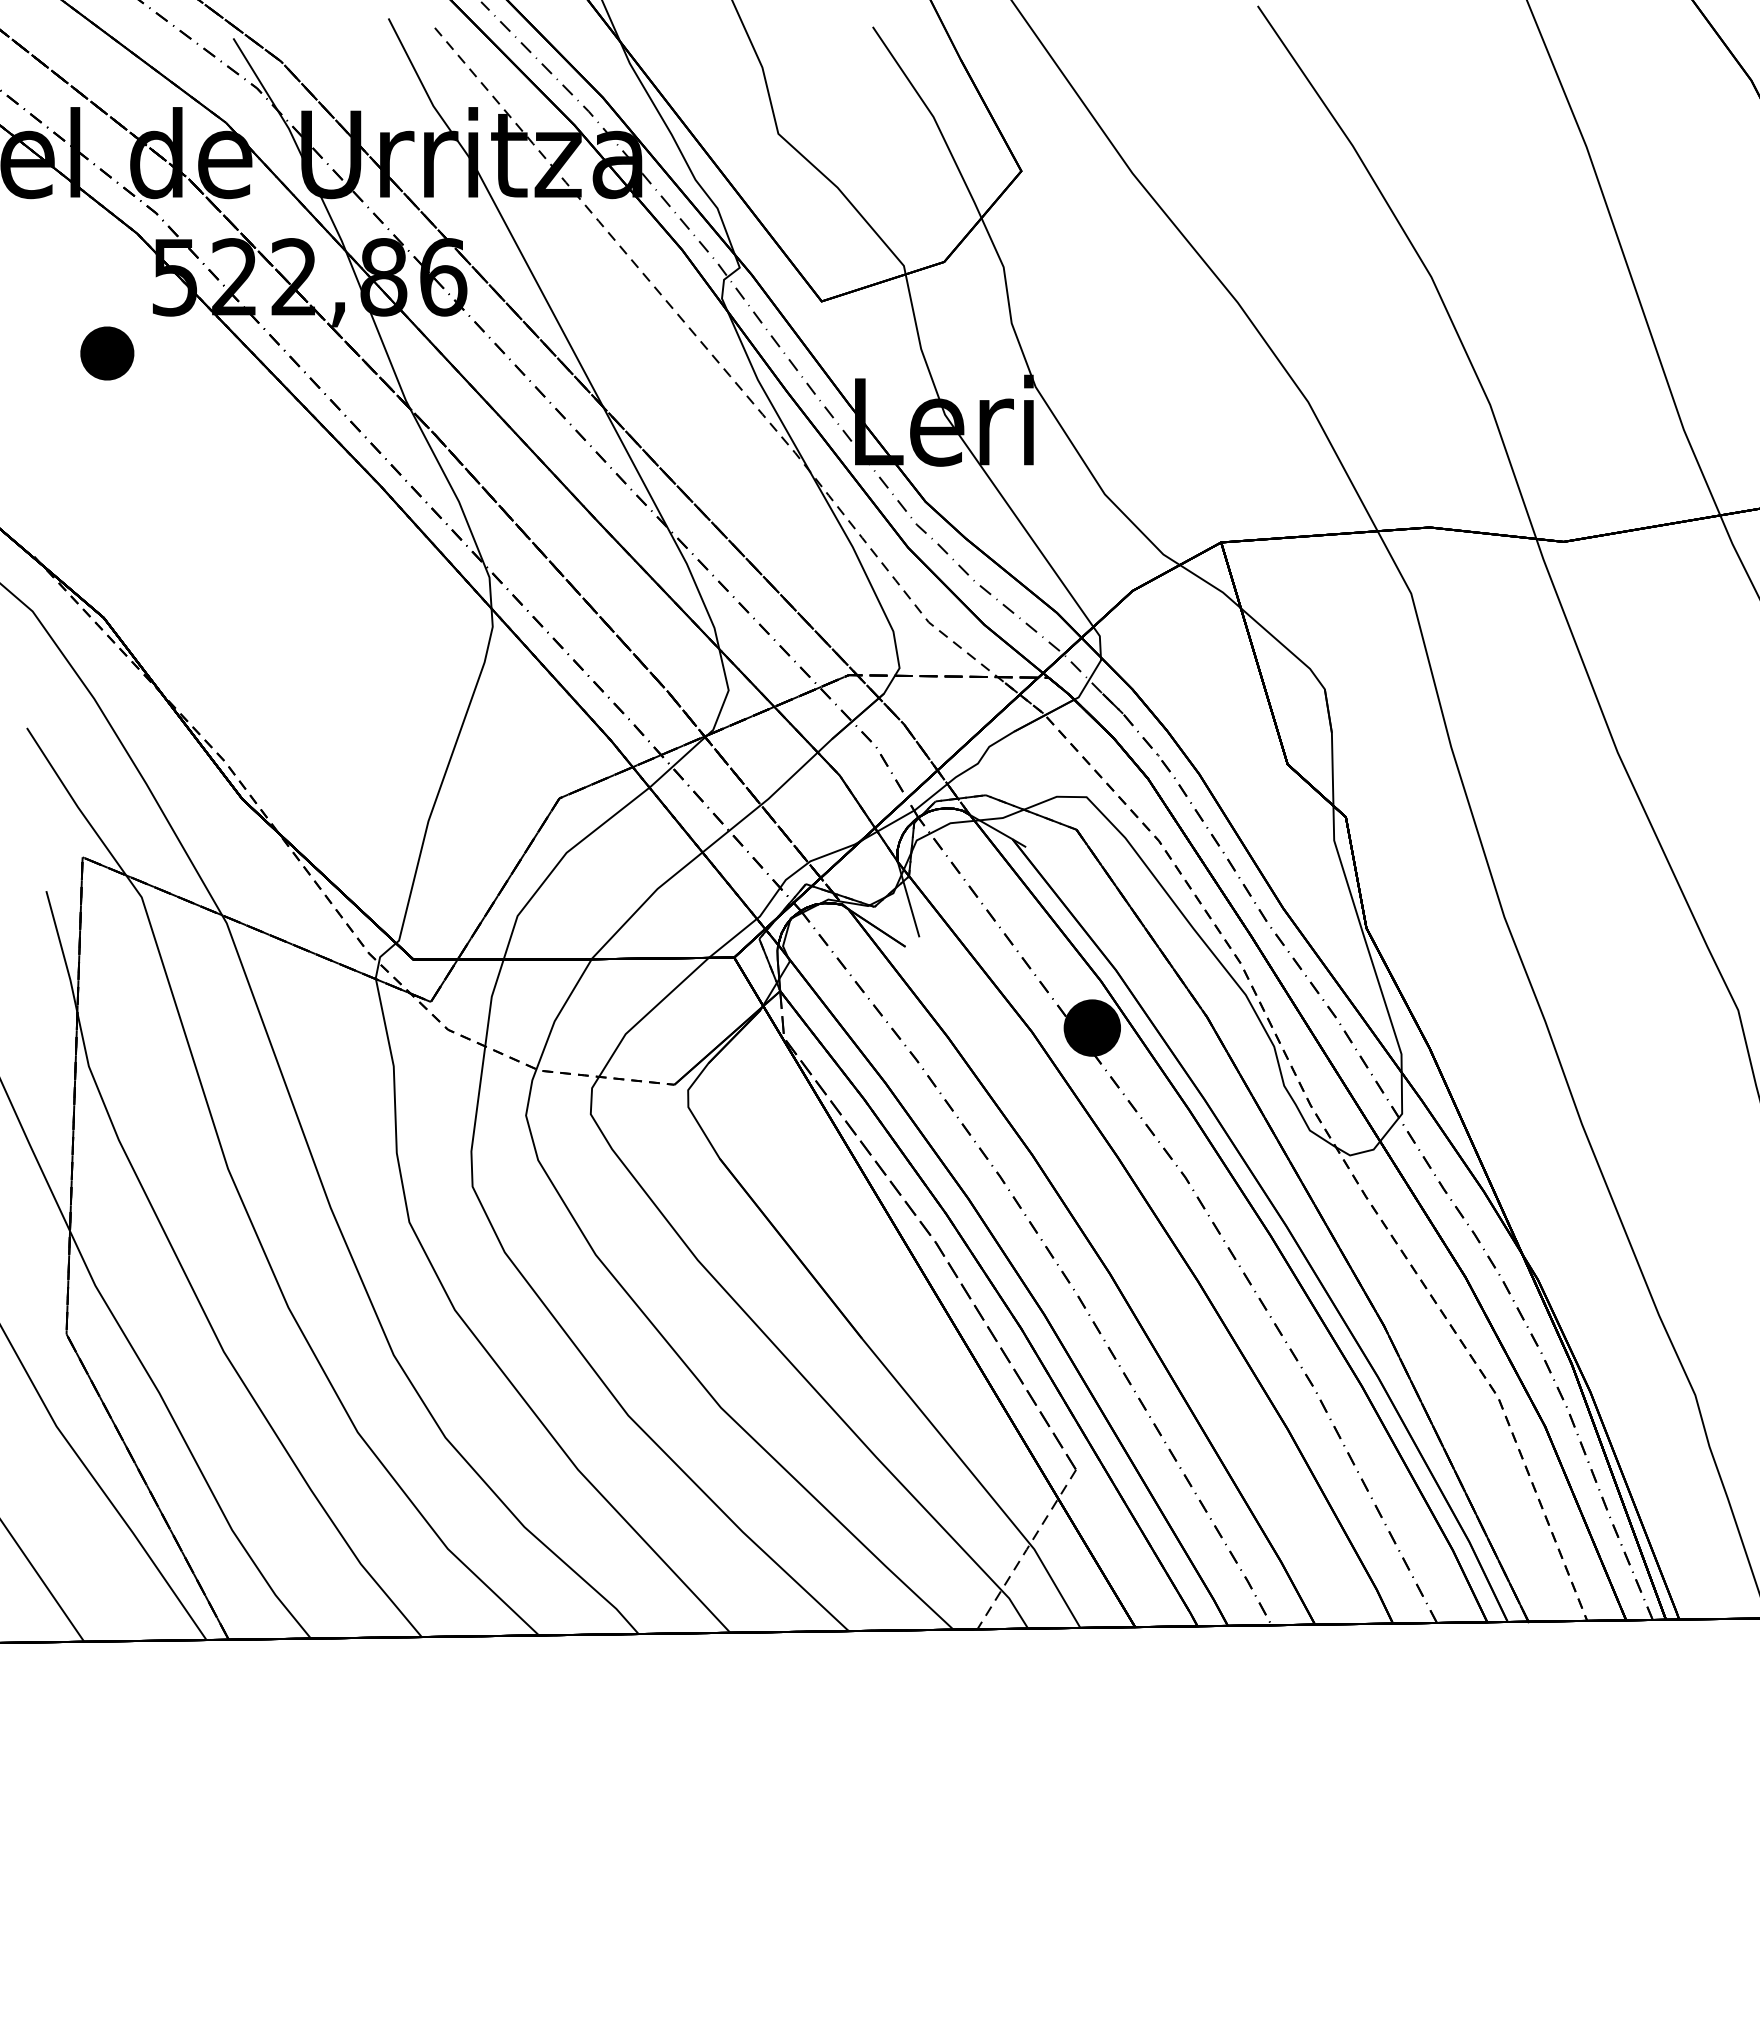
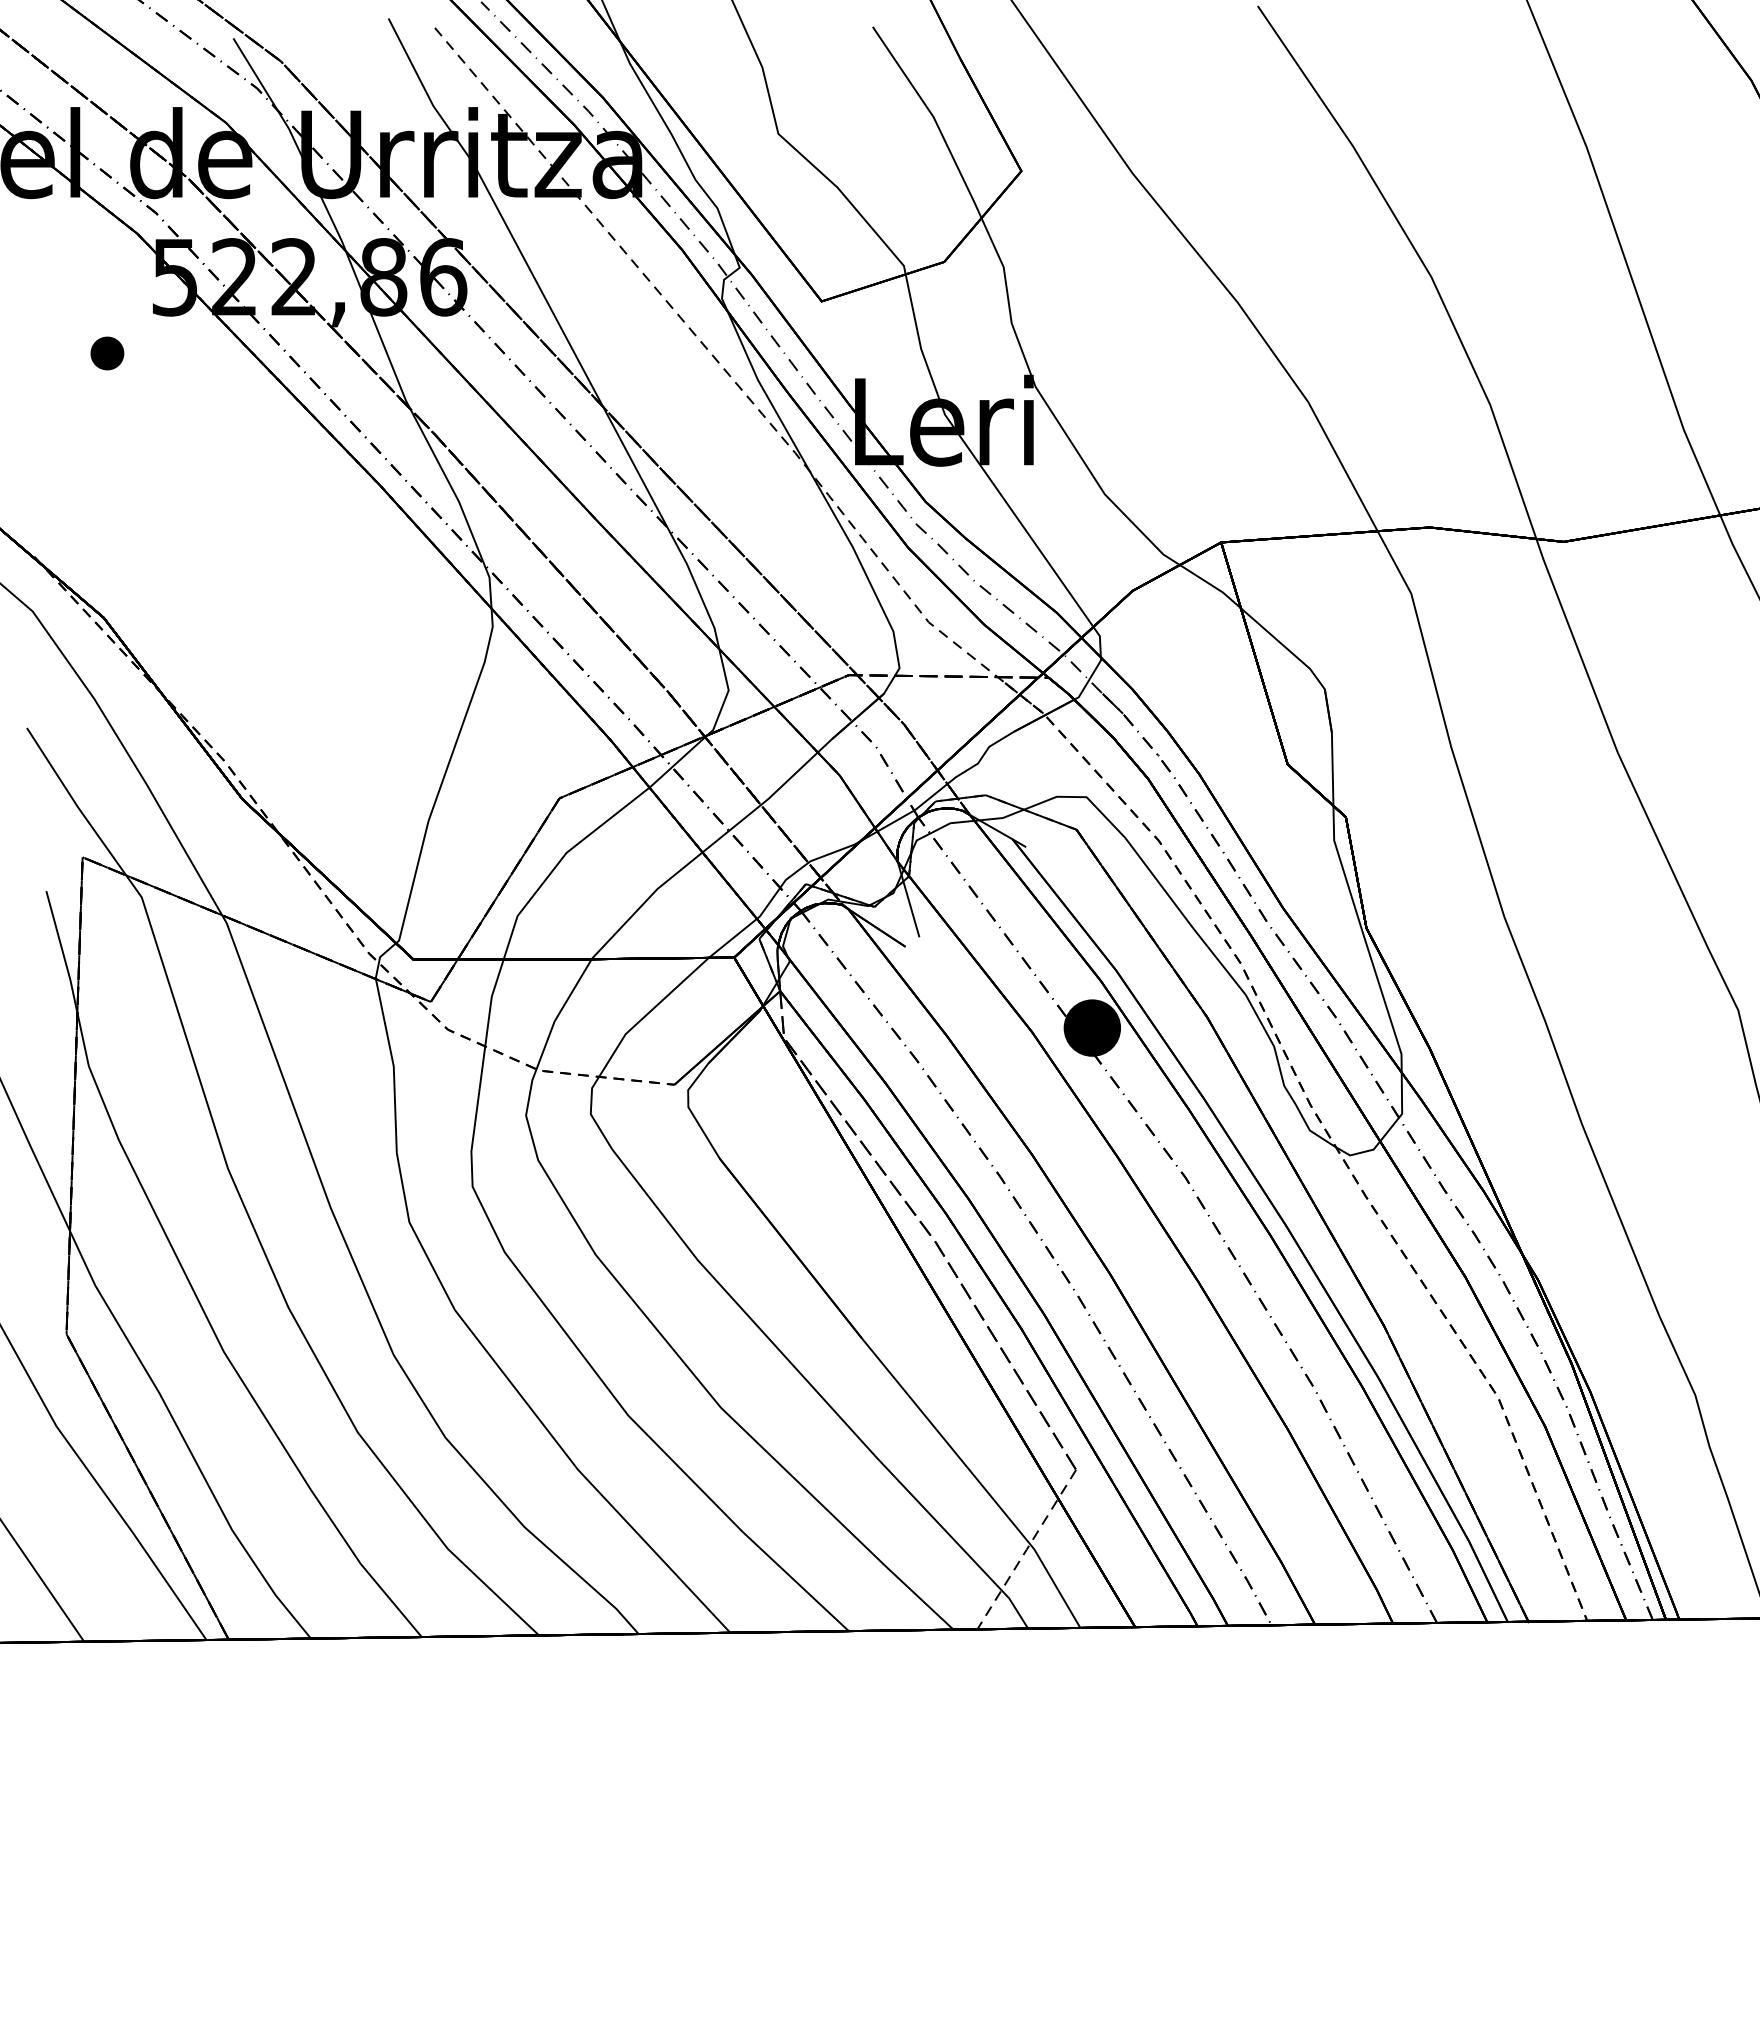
part at (107, 353) size: 55x55 px -> 35x35 px
